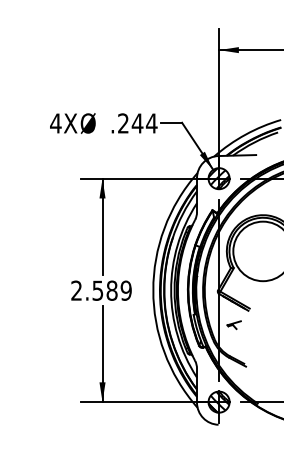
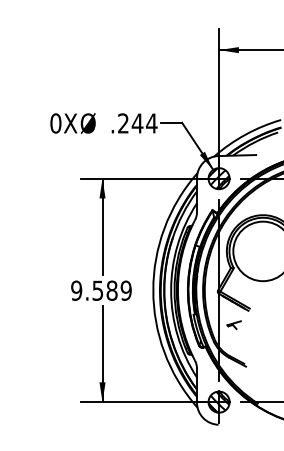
text at (55, 123): 4X -> 0X
text at (76, 290): 2.589 -> 9.589
